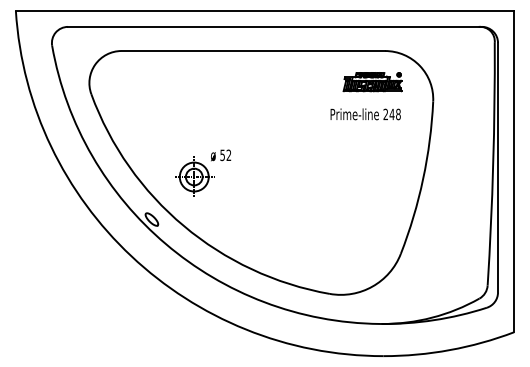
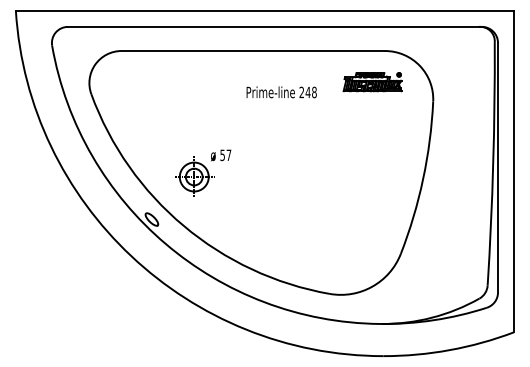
text at (365, 114) position: (365, 114) -> (281, 92)
text at (228, 154): 52 -> 57
